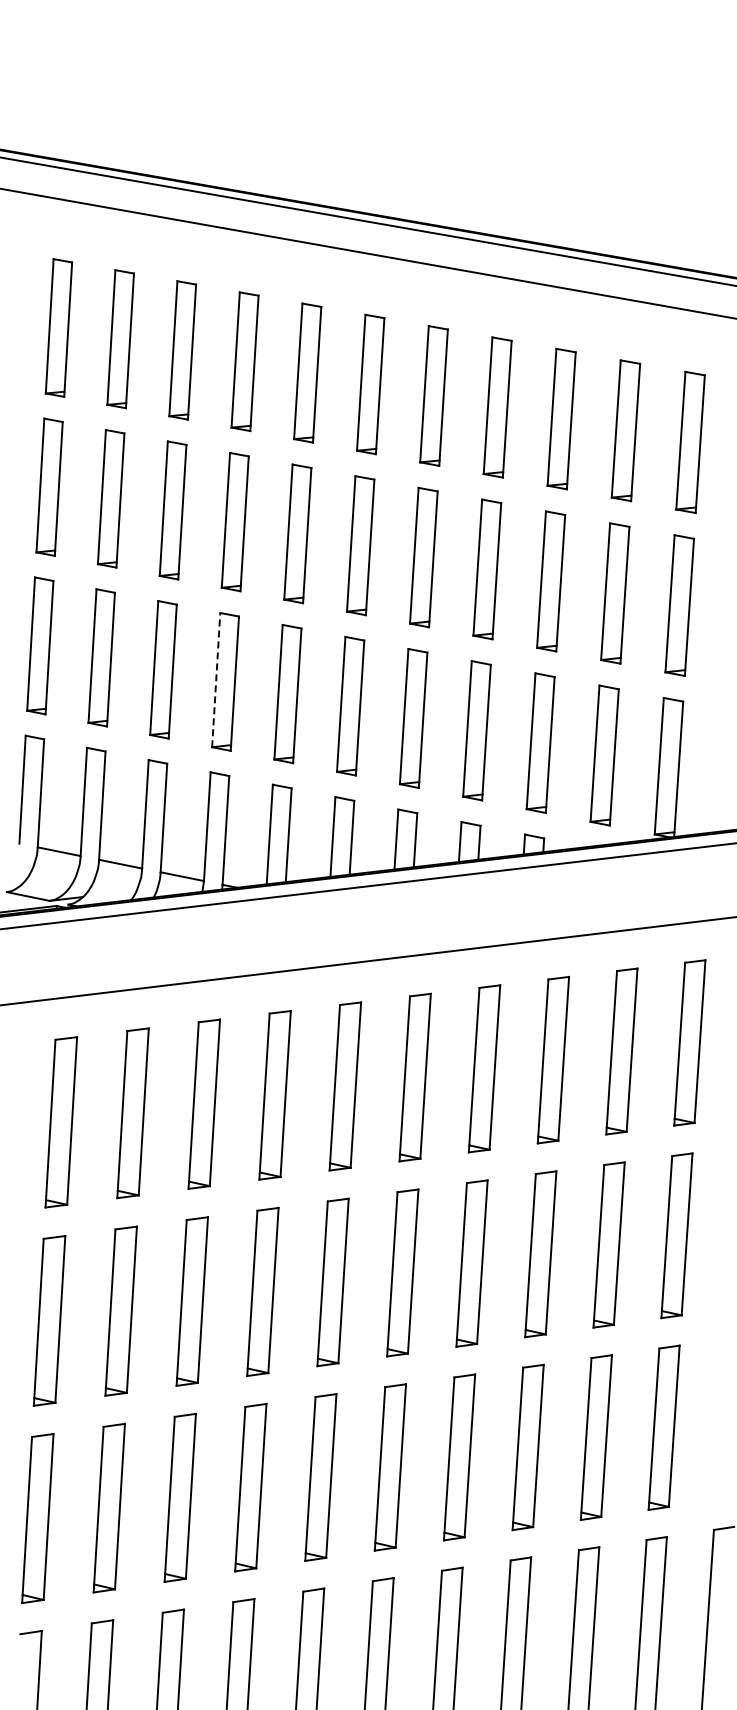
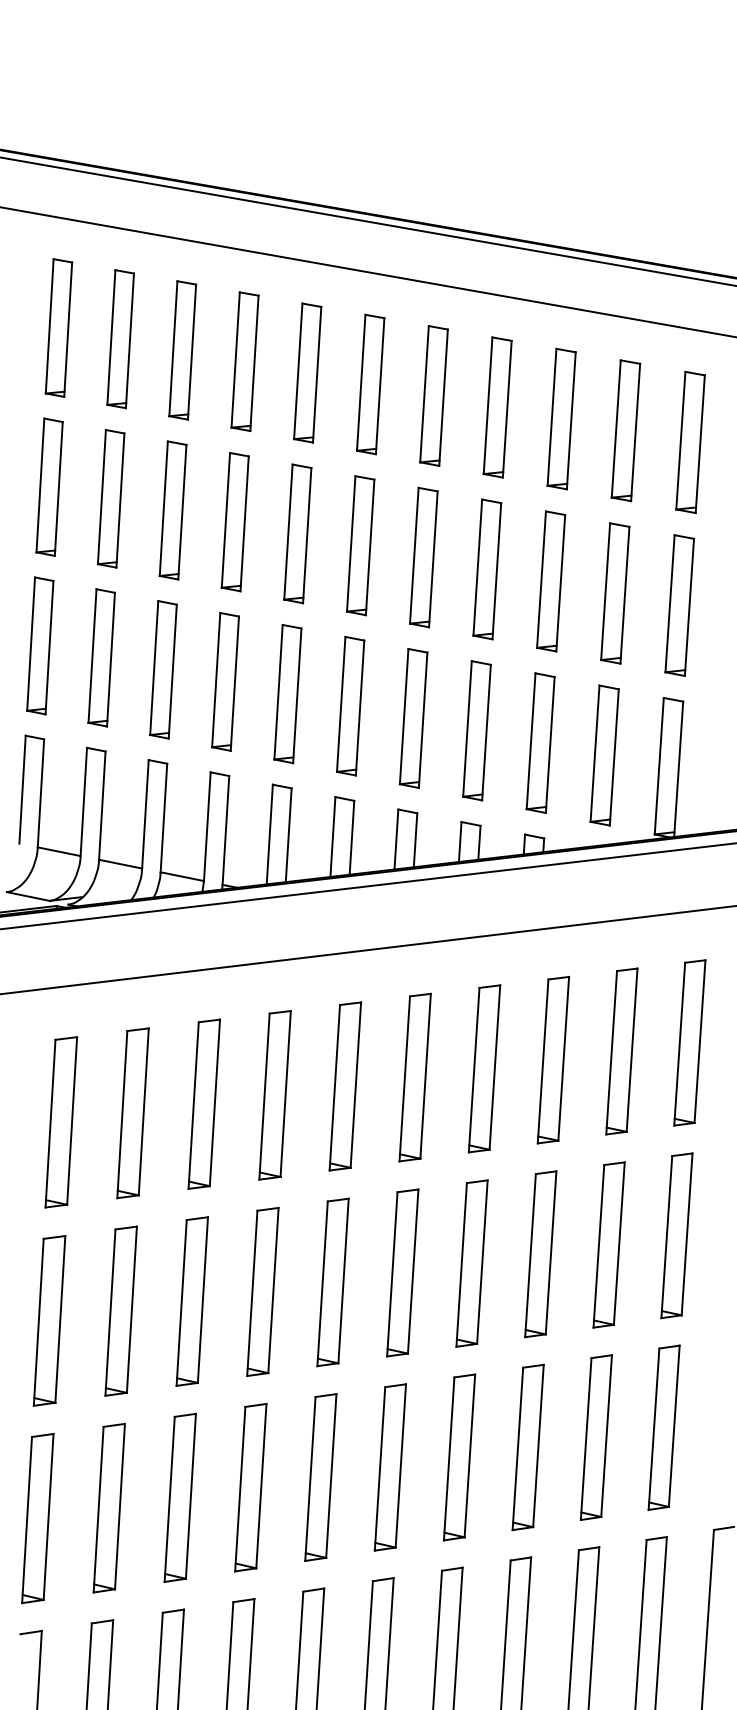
line at (367, 253) position: (367, 253) -> (367, 271)
line at (216, 679): dashed -> solid
line at (367, 961) position: (367, 961) -> (367, 950)
